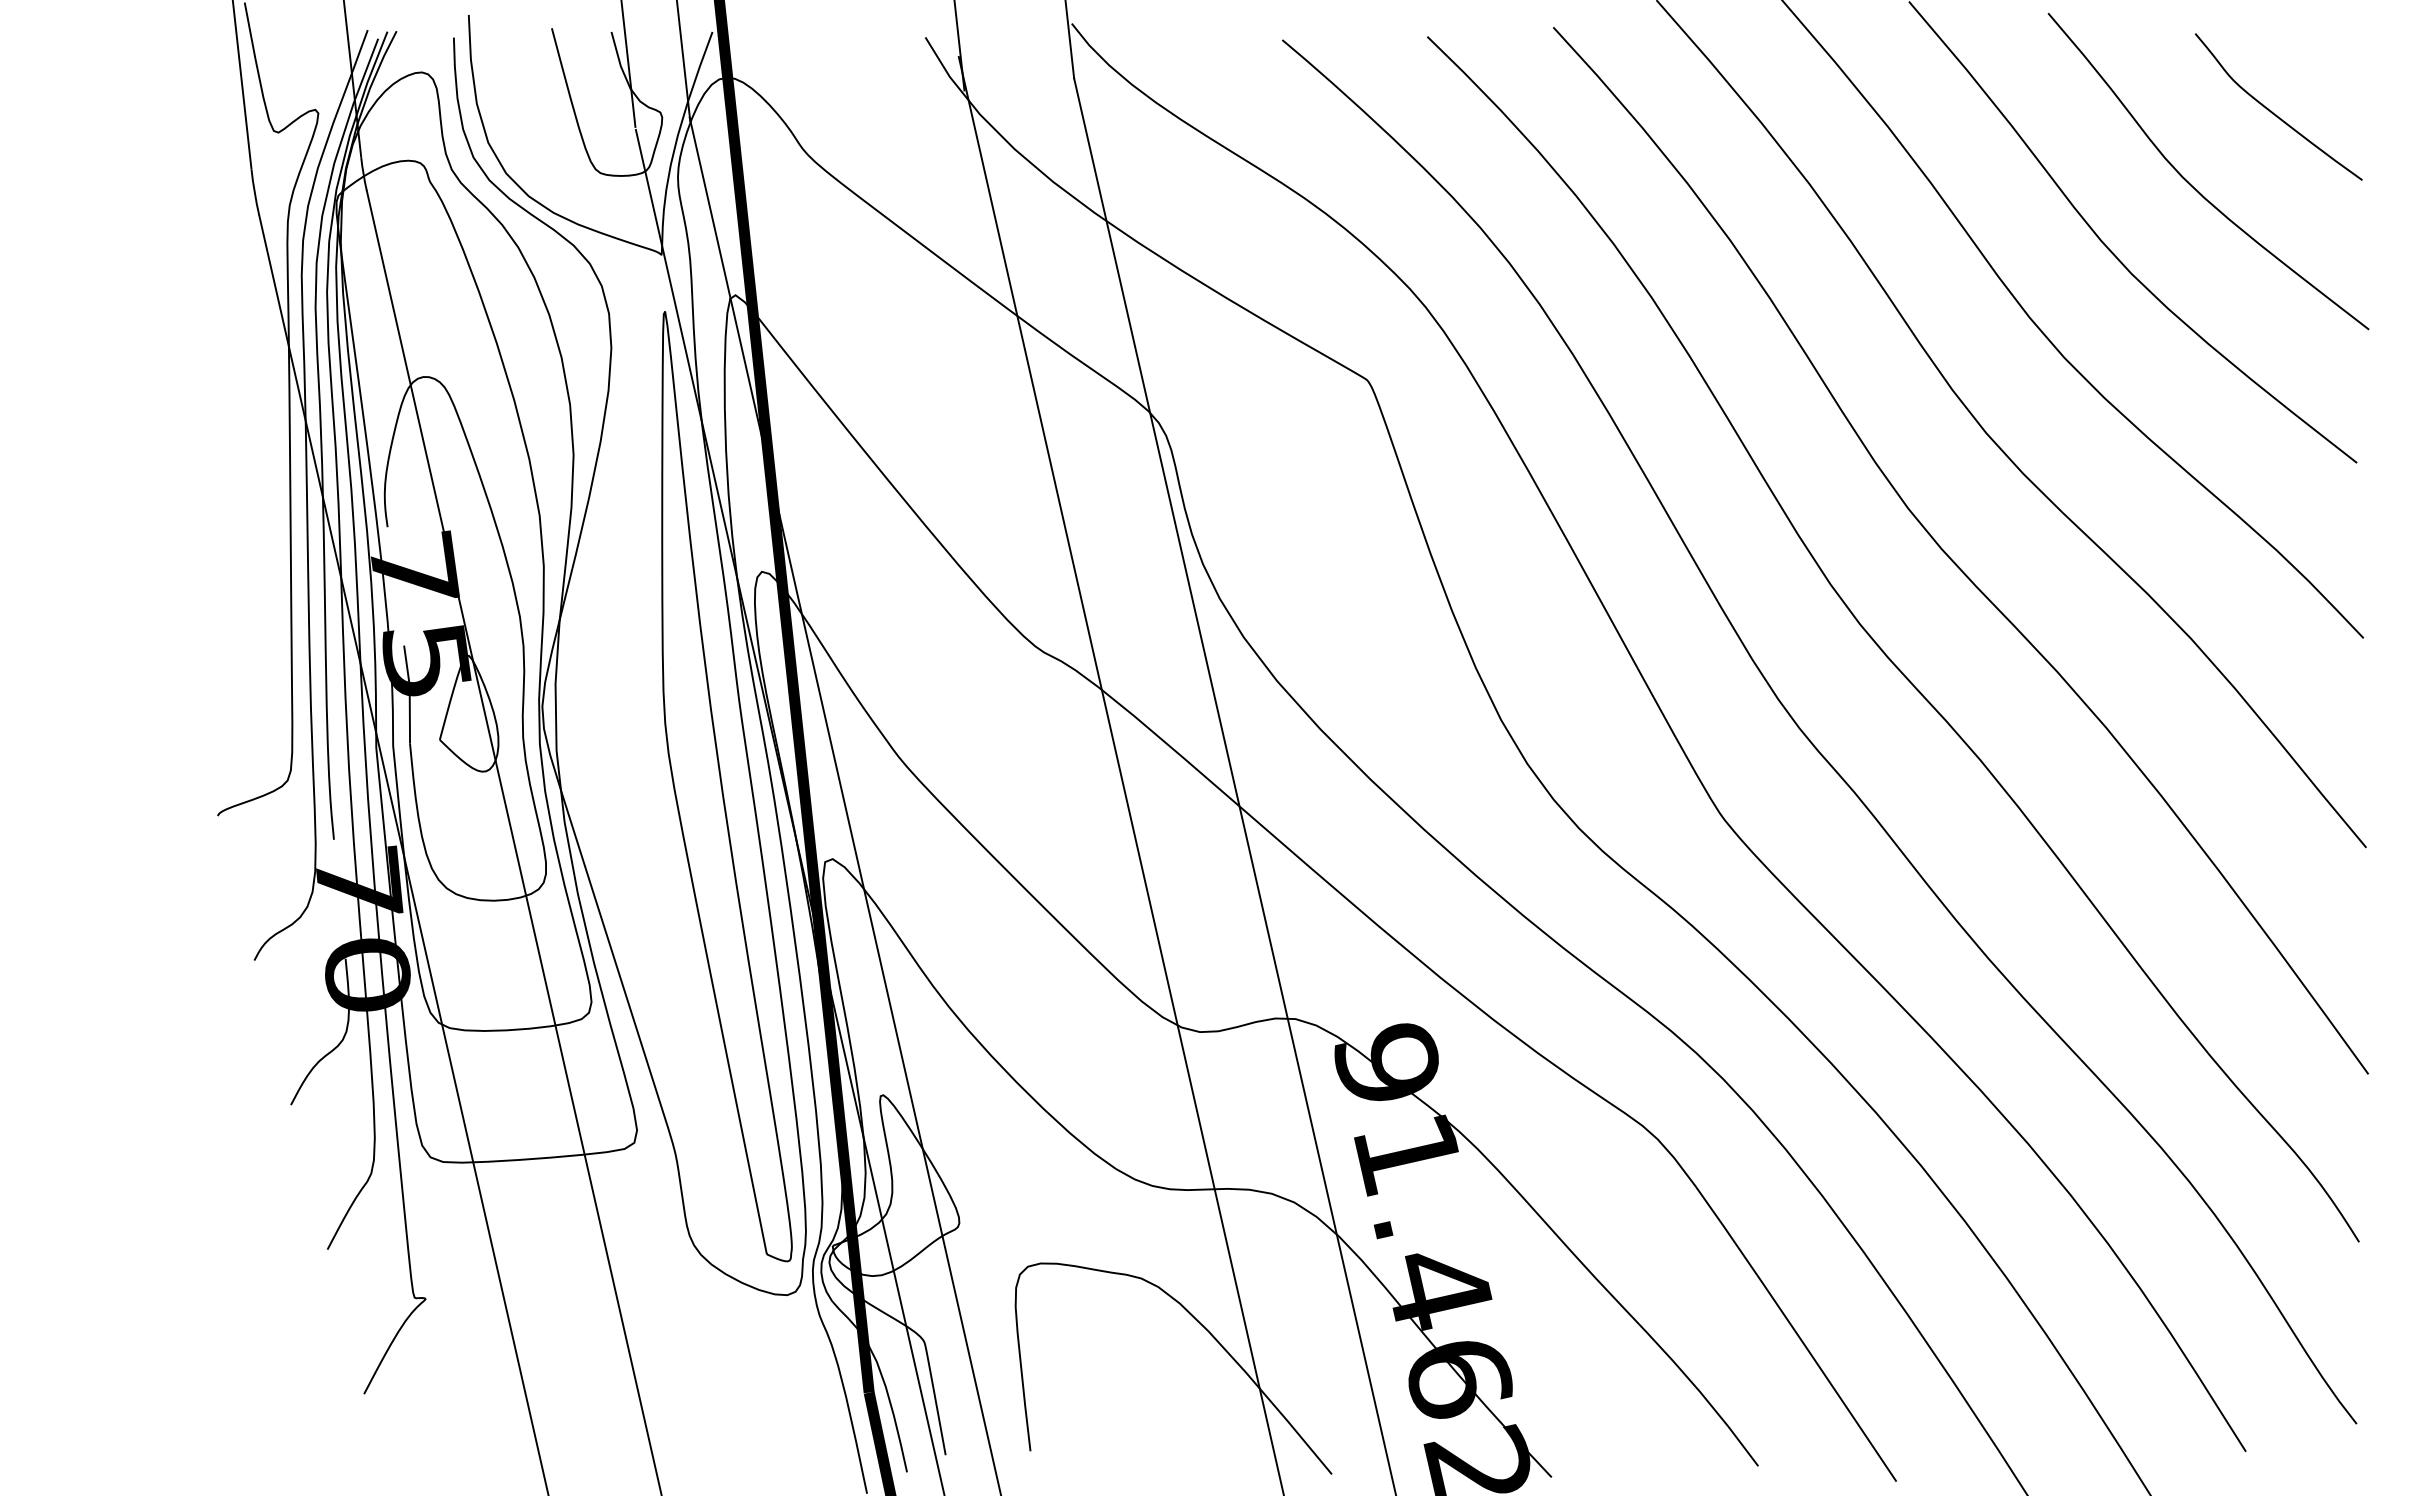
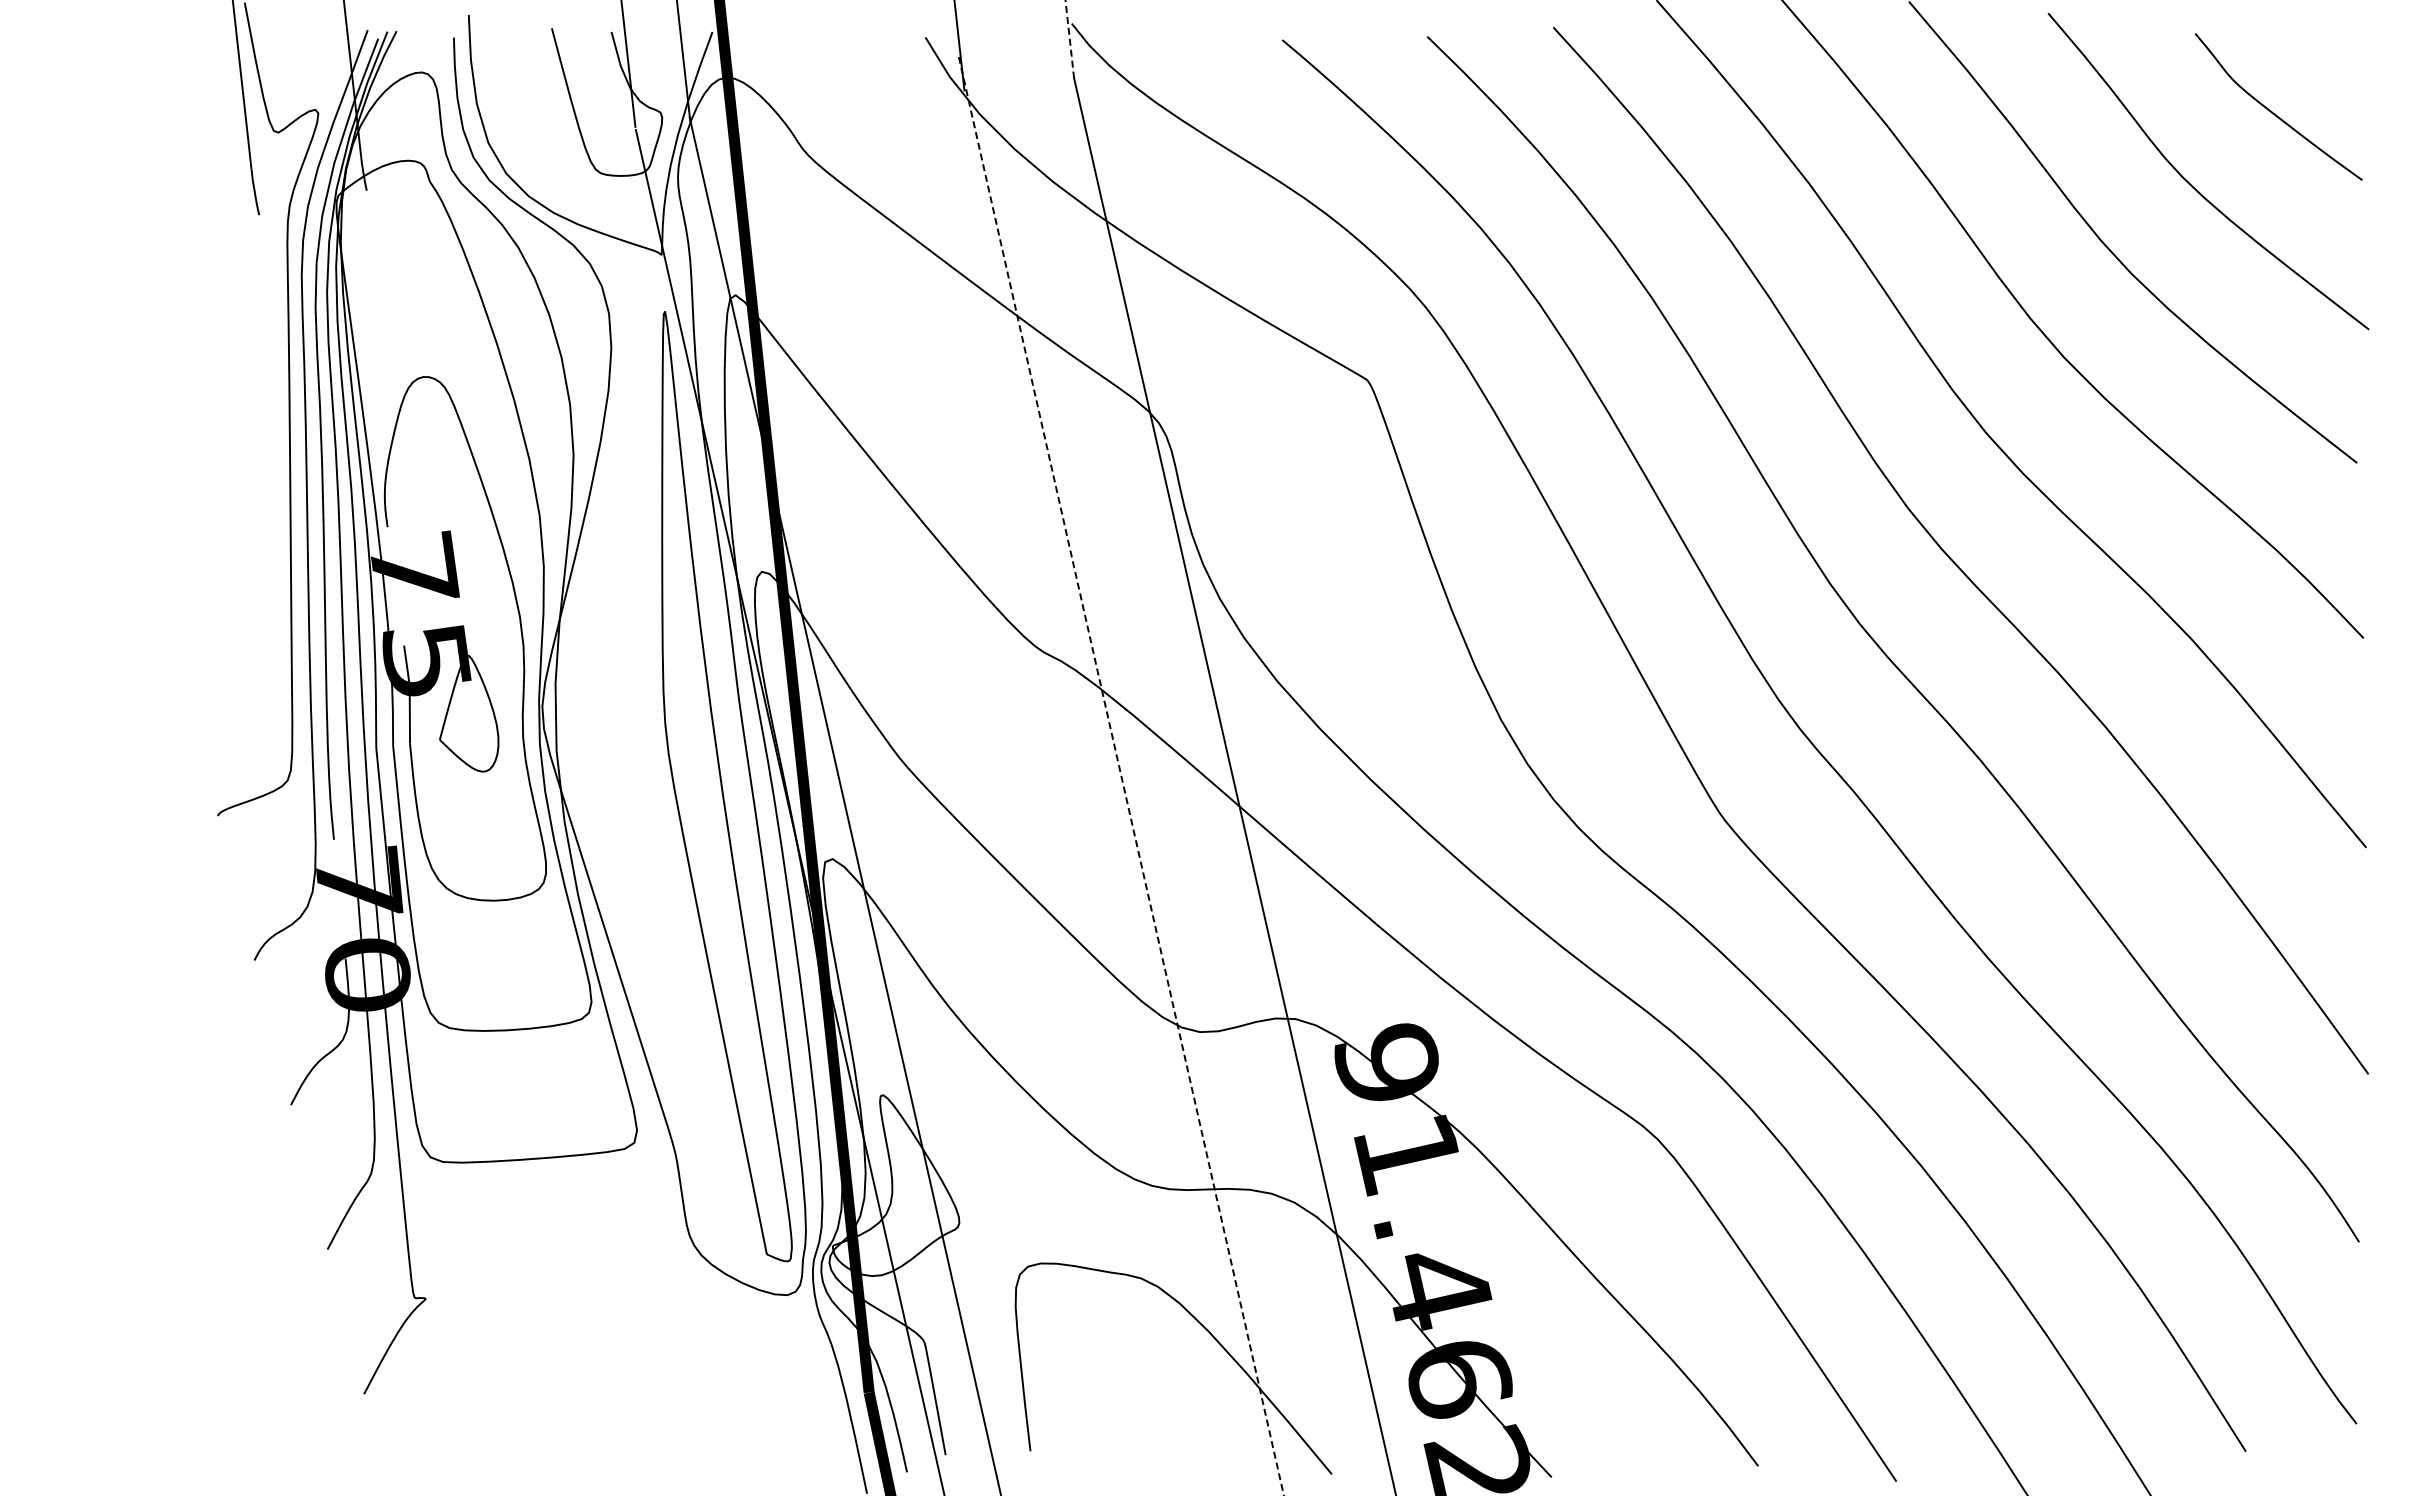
line at (1069, 39): solid -> dashed
line at (1121, 776): solid -> dashed
line at (513, 841): present -> none
line at (403, 853): present -> none
